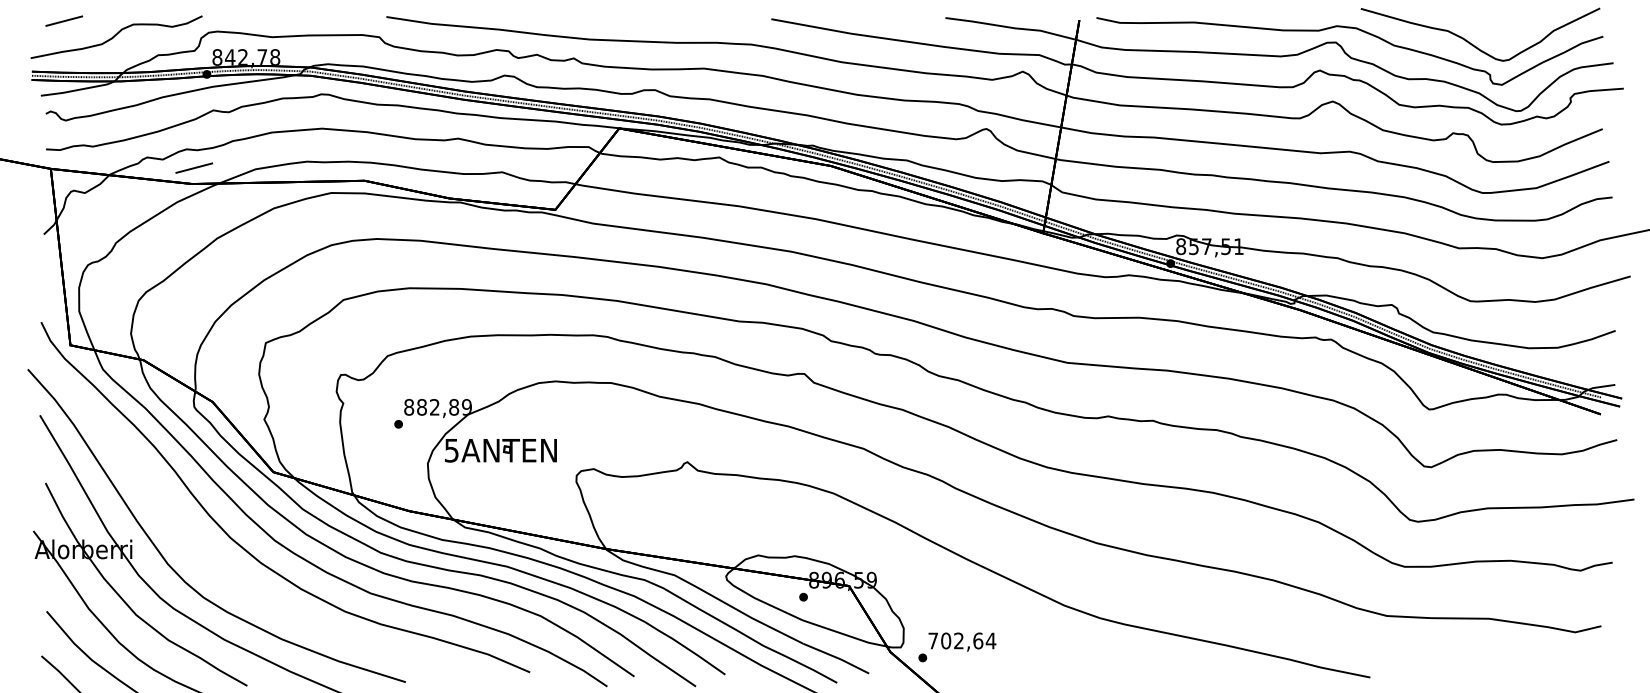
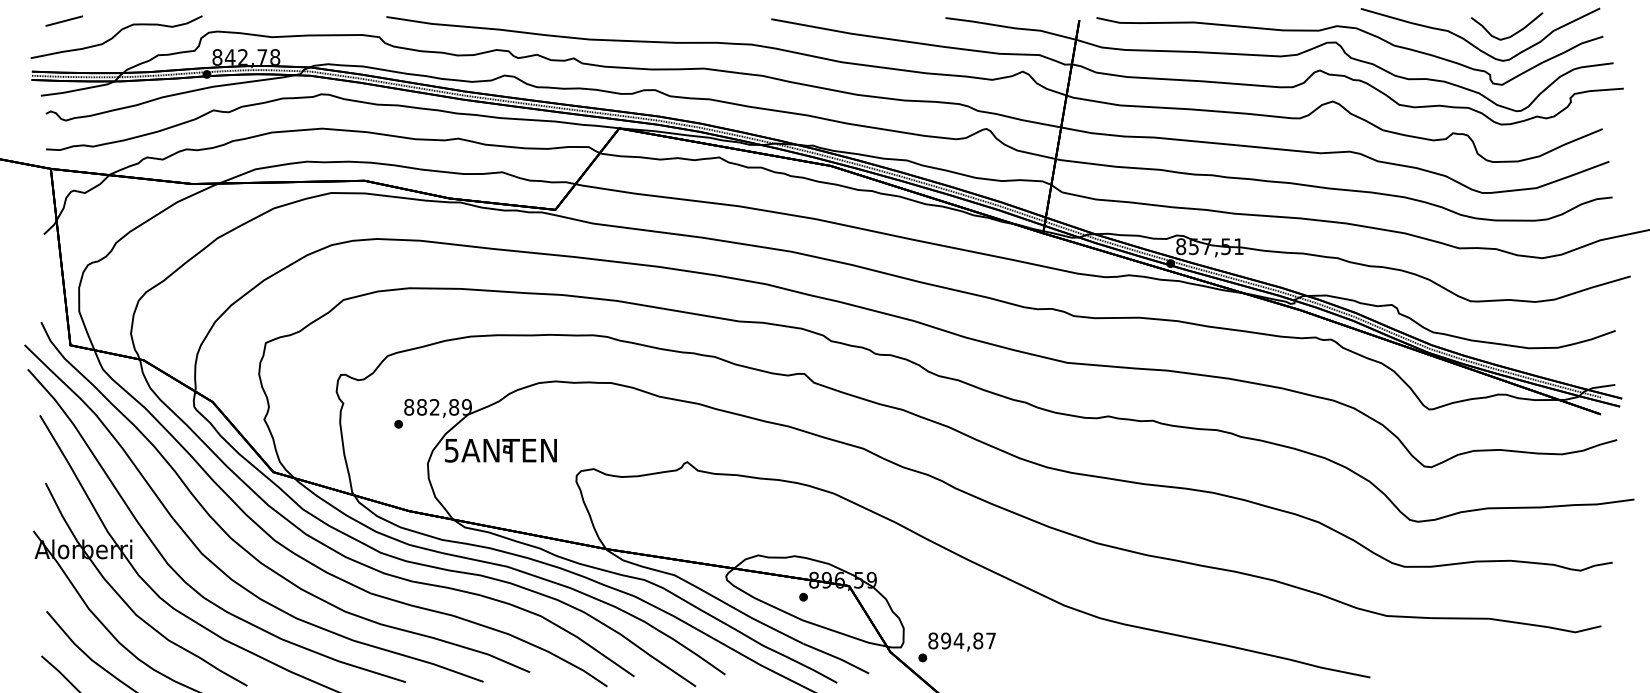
curve at (1510, 35): none -> present
line at (194, 167): present -> none
curve at (210, 559): none -> present
text at (962, 640): 702,64 -> 894,87
